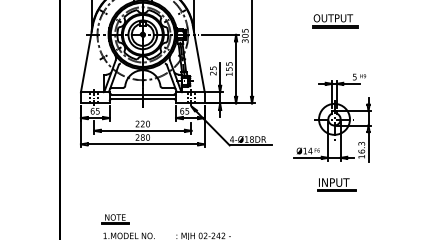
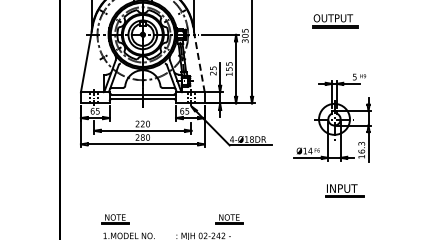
line at (198, 59): solid -> dashed
part at (336, 184) position: (336, 184) -> (344, 190)
part at (229, 219): none -> present
